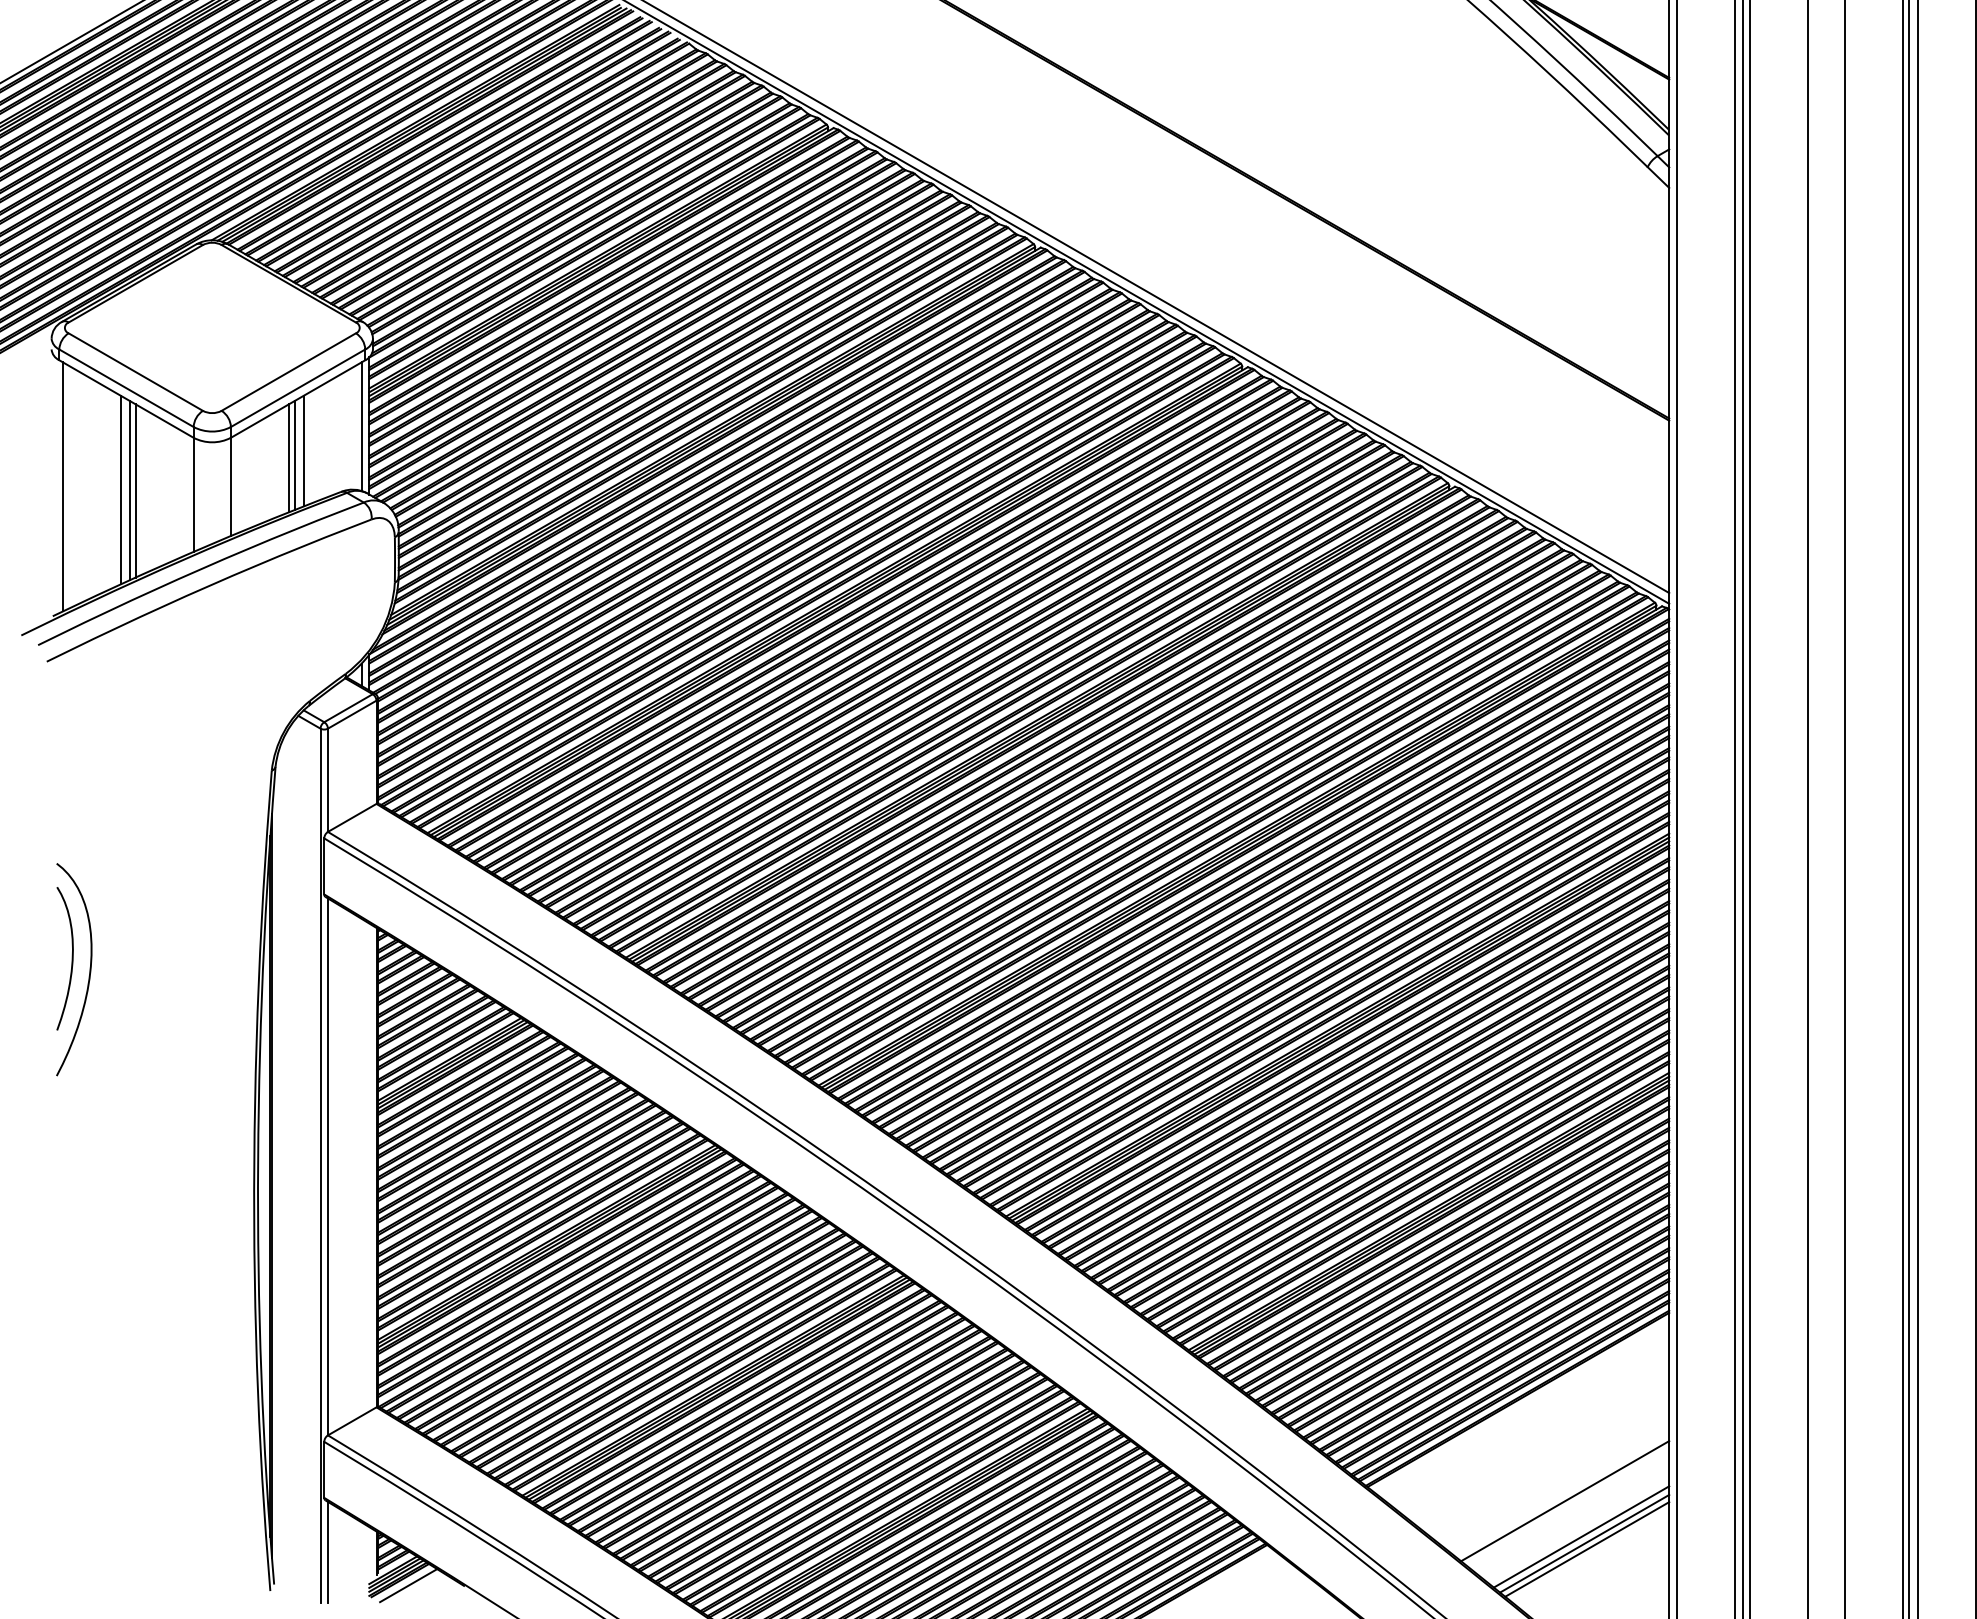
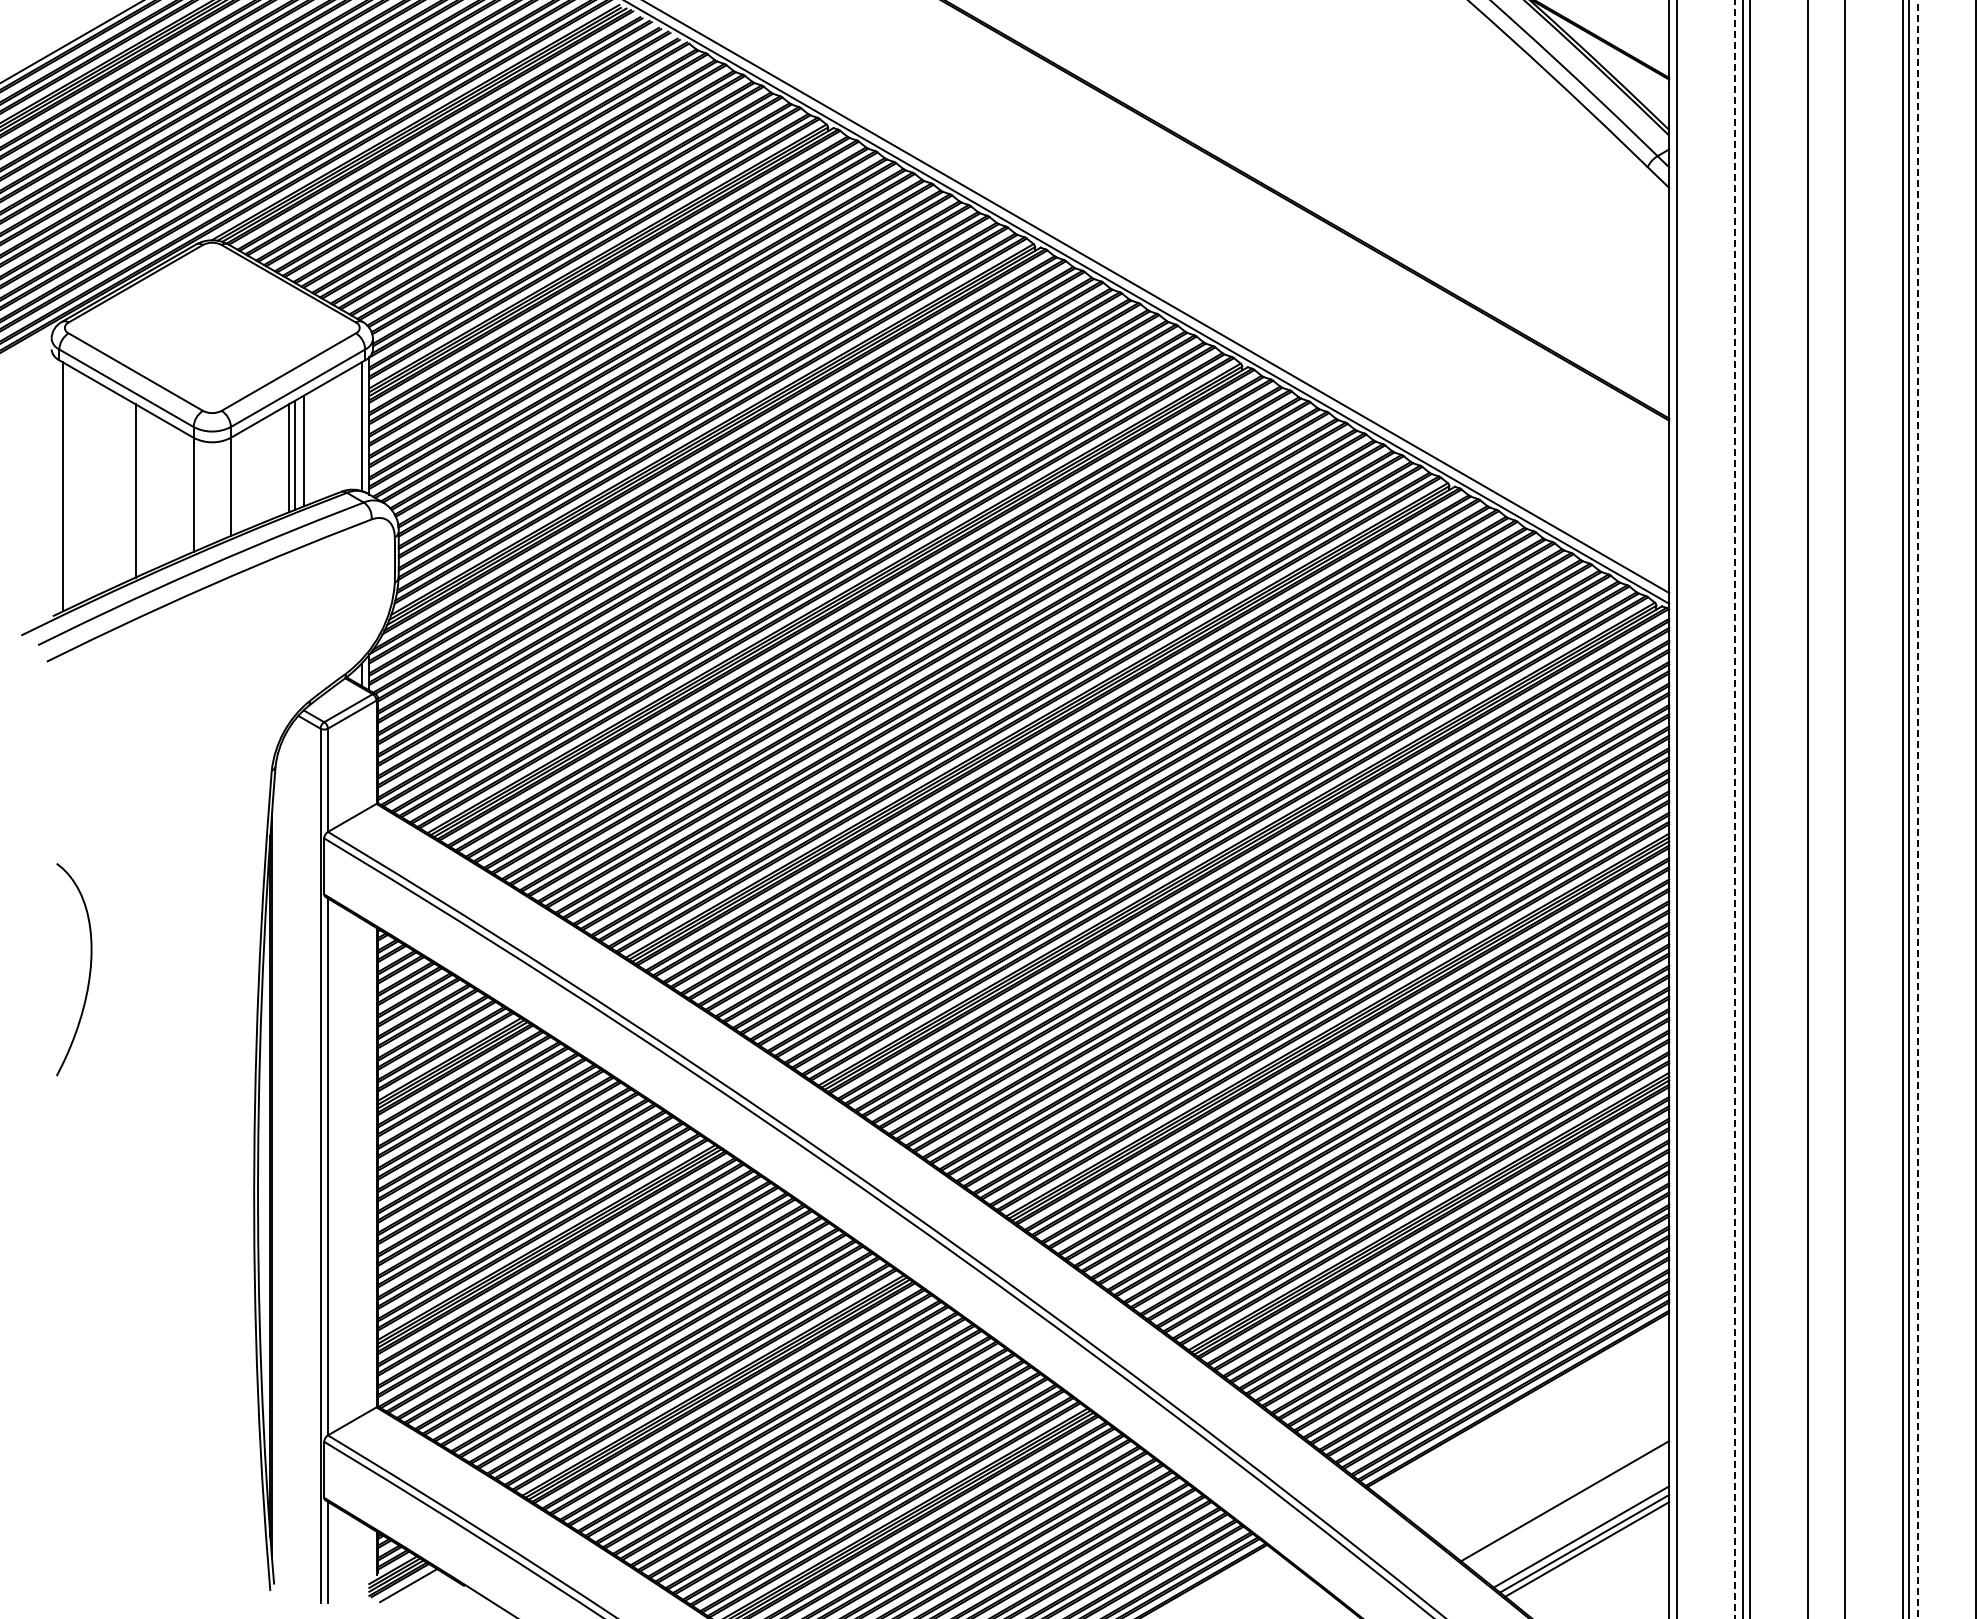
line at (120, 489): present -> none
line at (129, 490): present -> none
line at (1734, 809): solid -> dashed
line at (1917, 809): solid -> dashed
curve at (71, 958): present -> none
